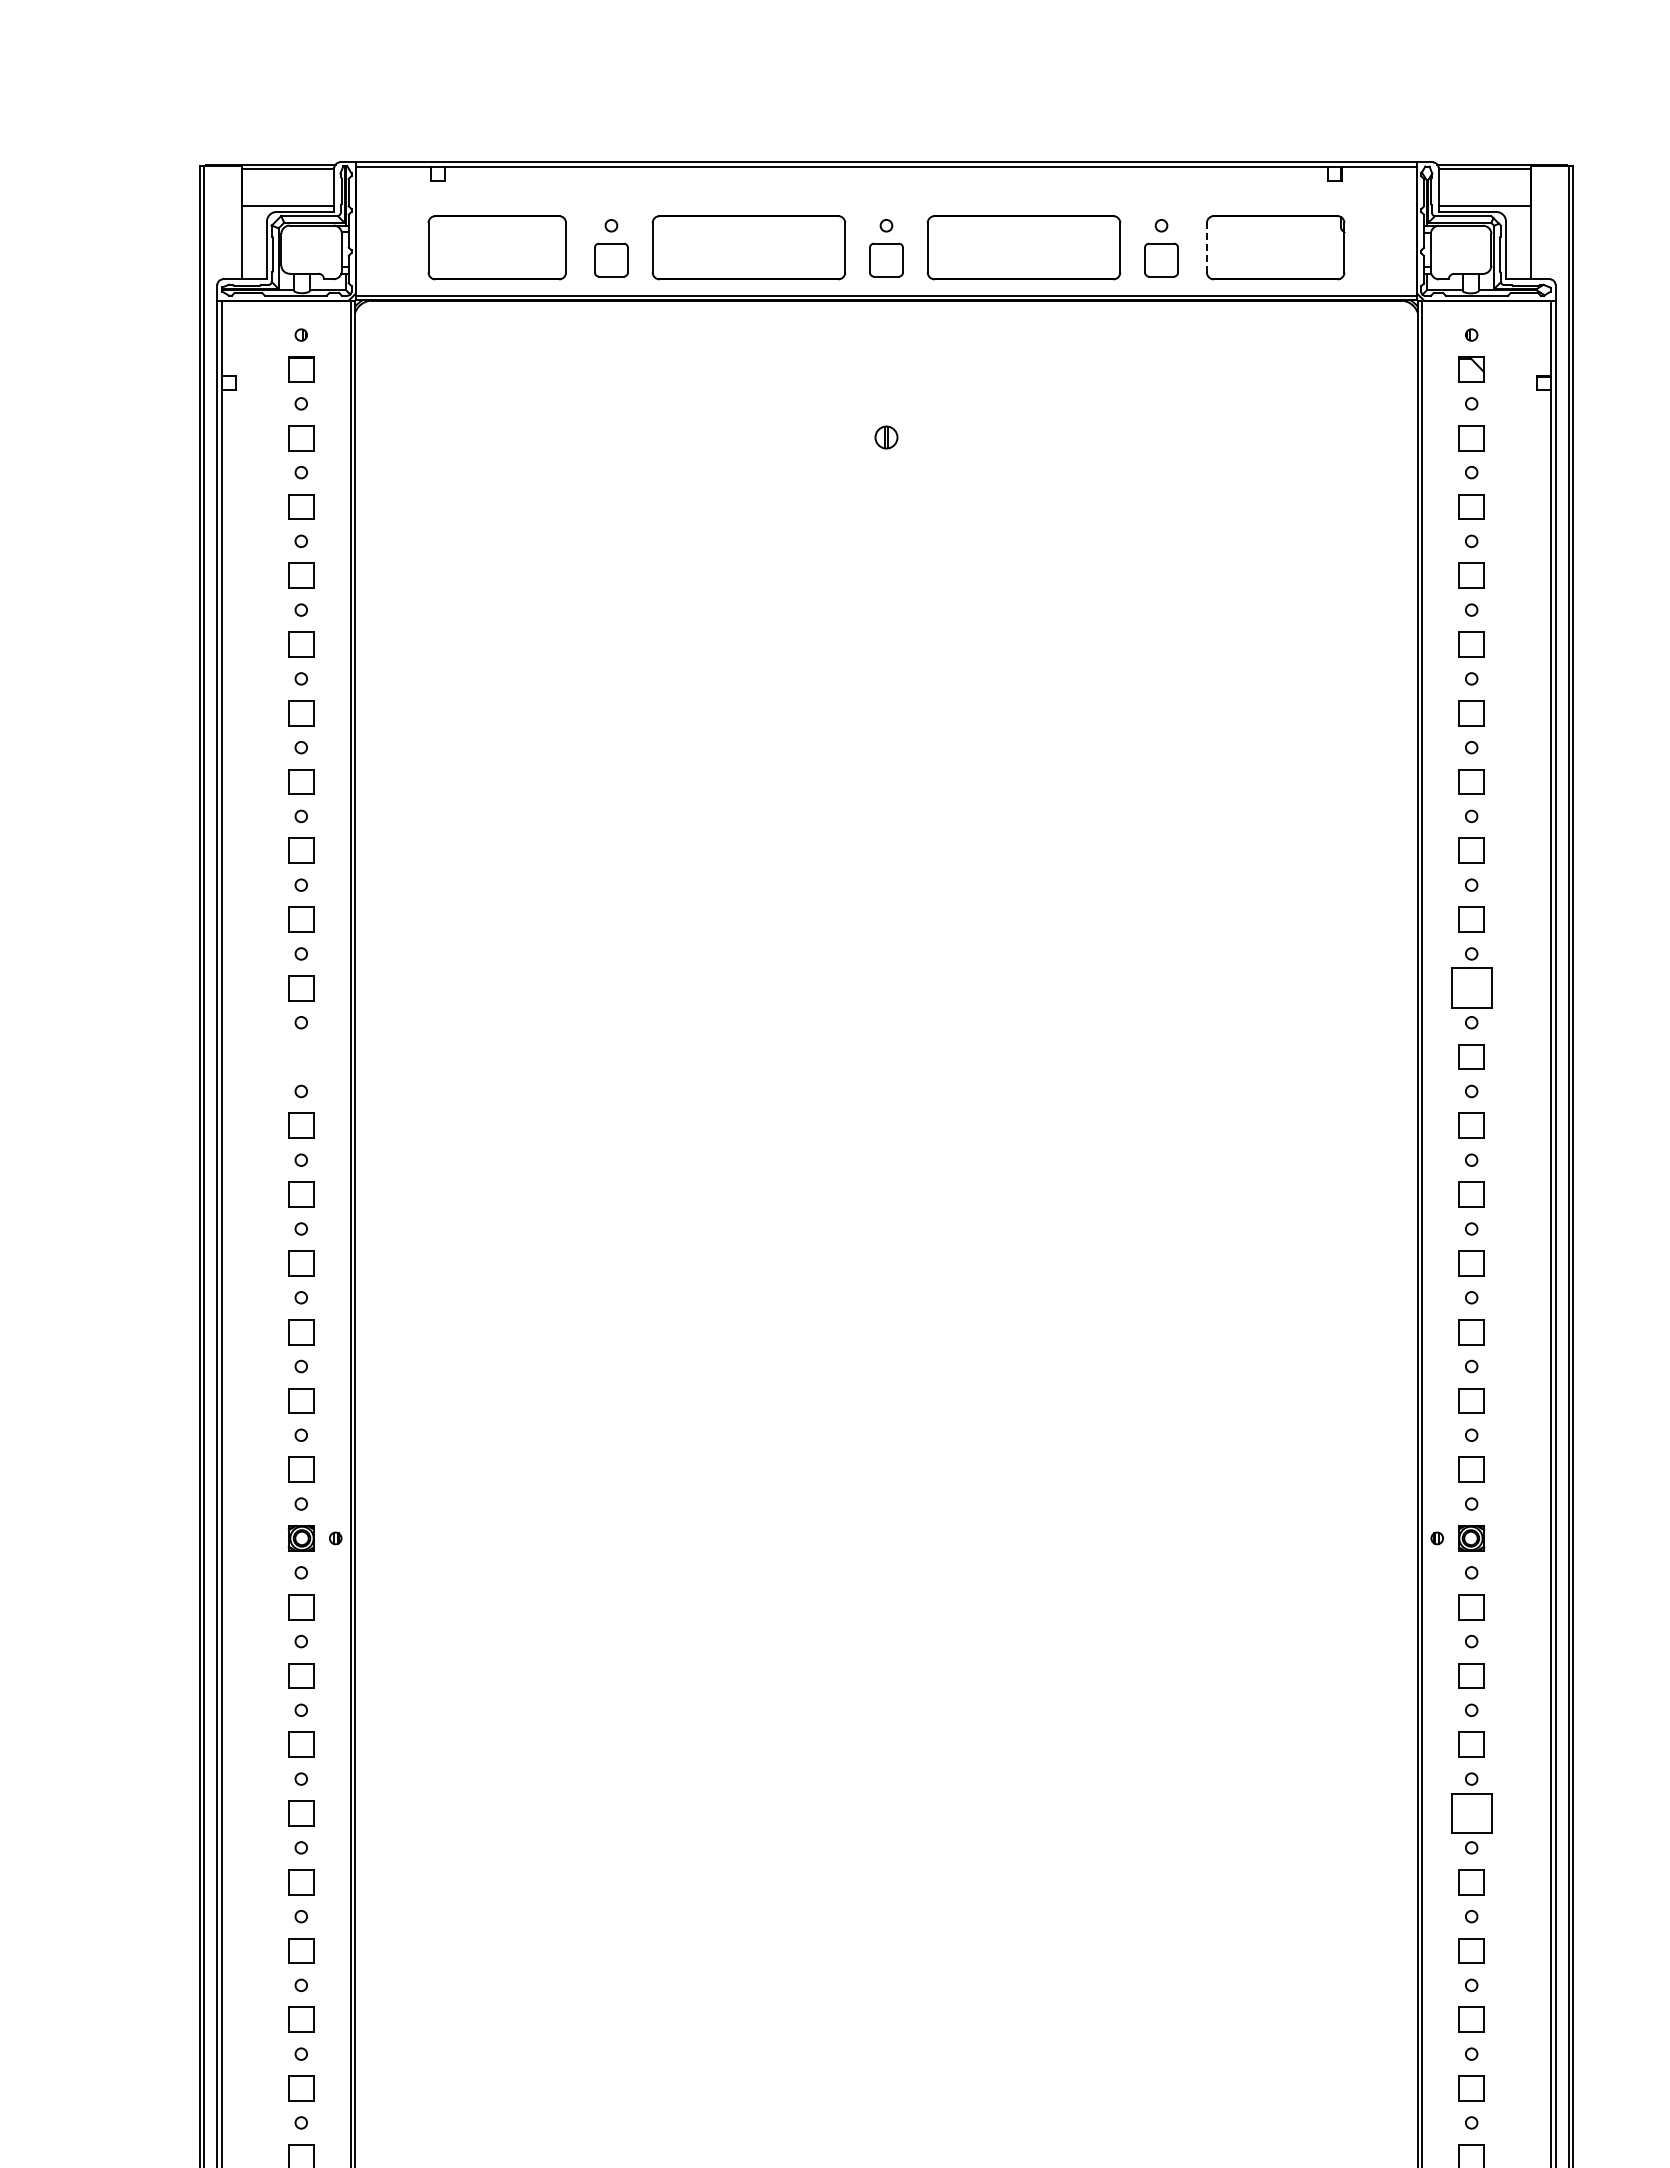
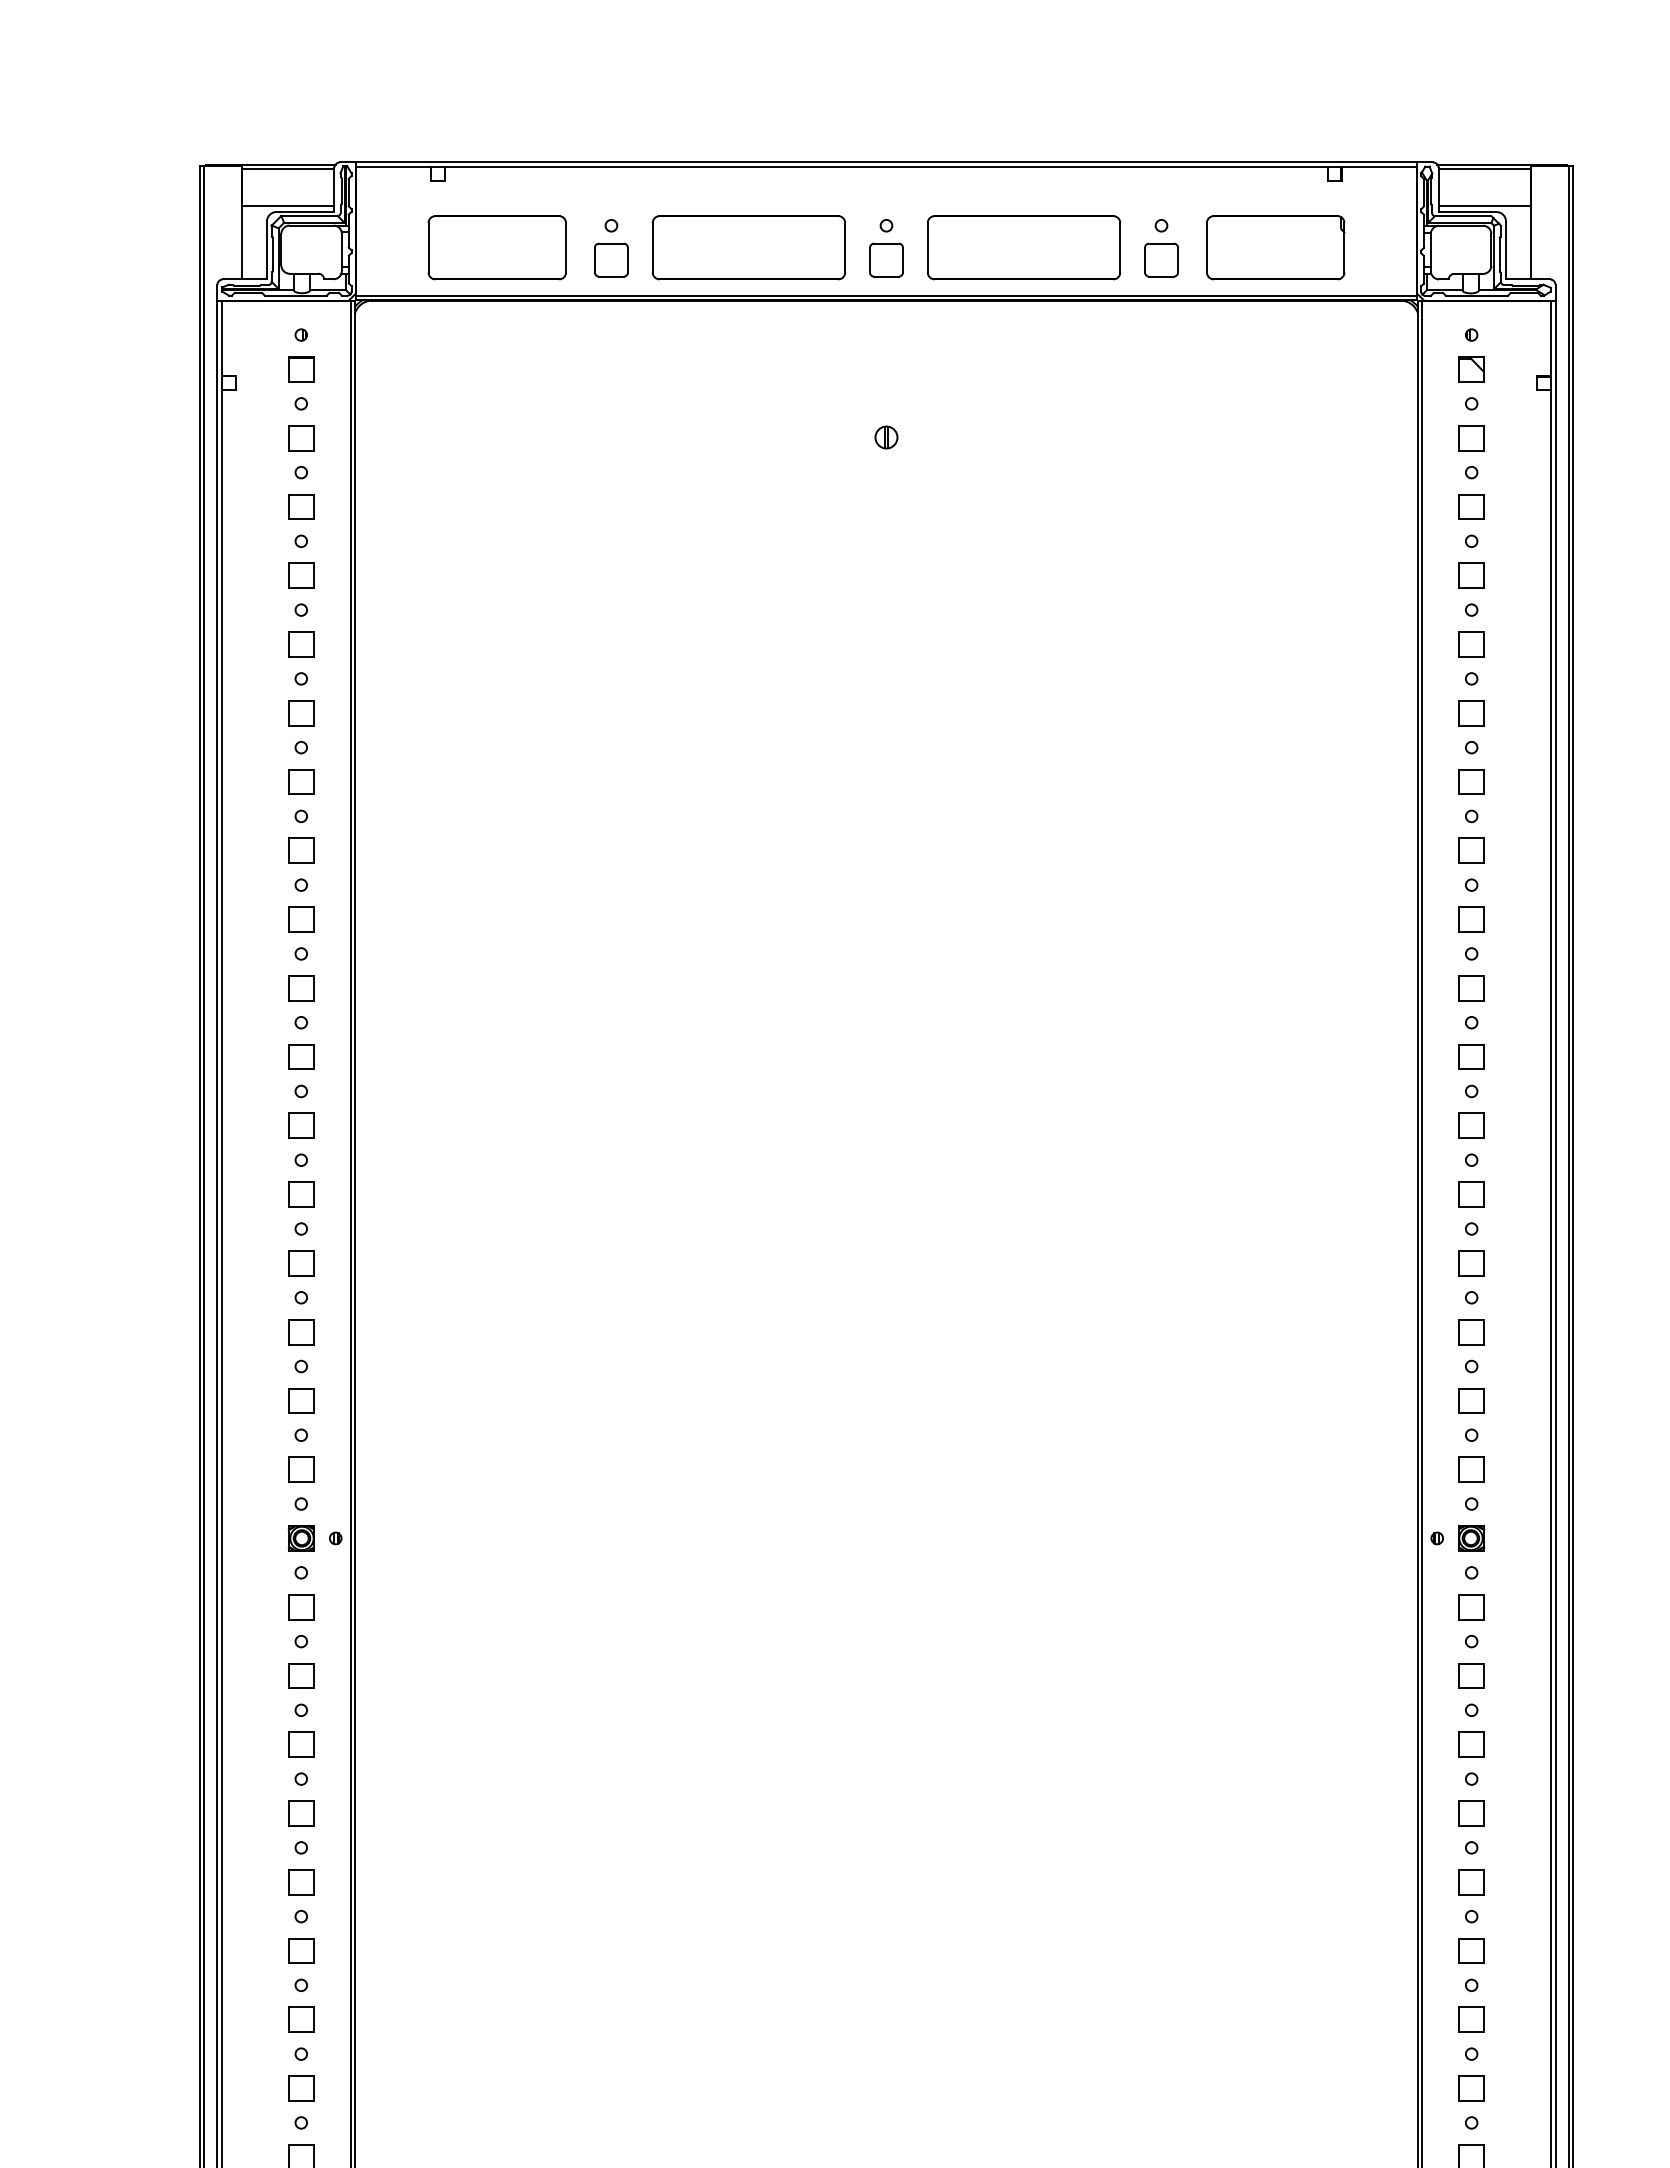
line at (1206, 247): dashed -> solid
part at (1471, 987) size: 42x42 px -> 27x27 px
part at (301, 1056): none -> present
part at (1471, 1813) size: 42x41 px -> 27x27 px
